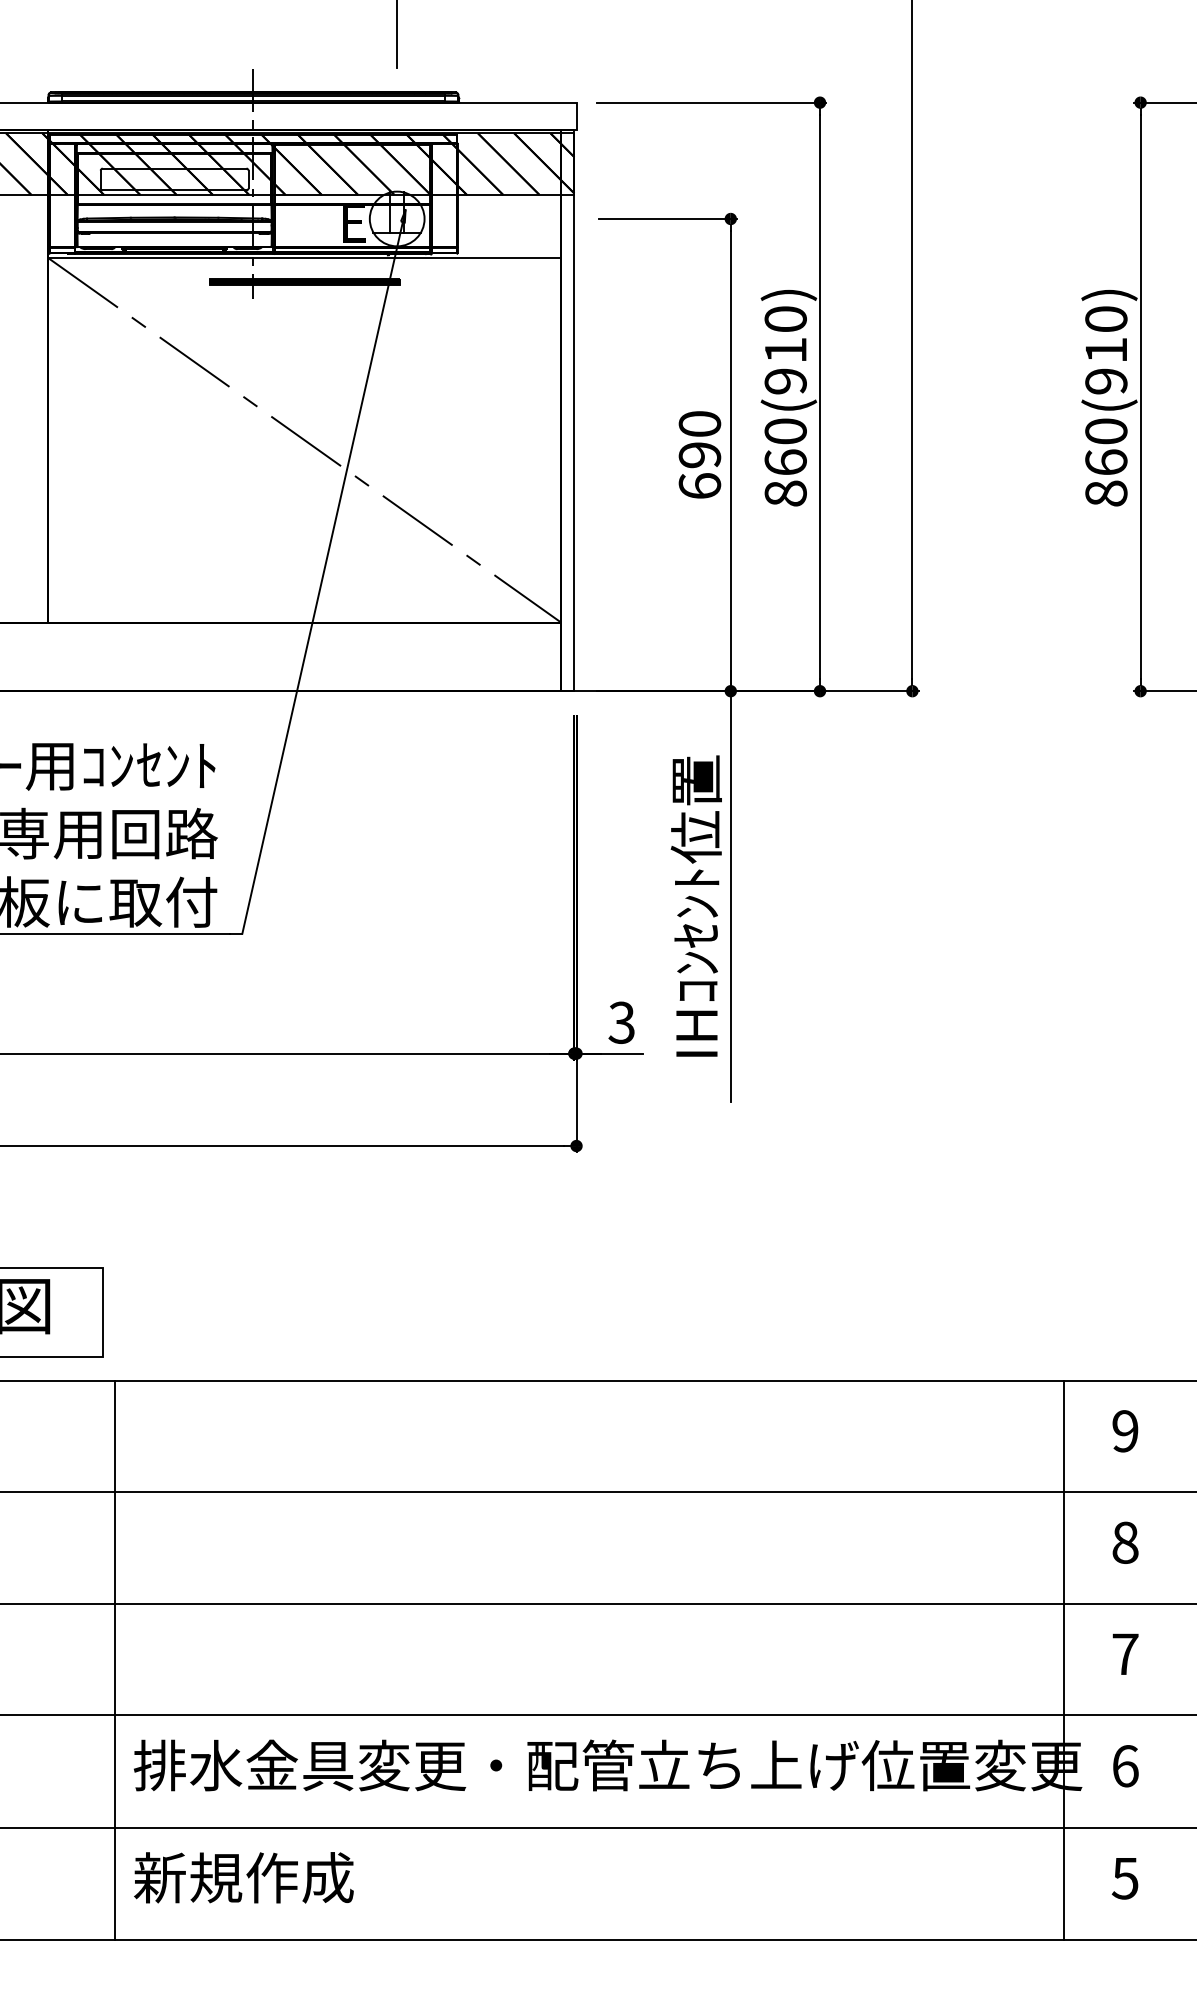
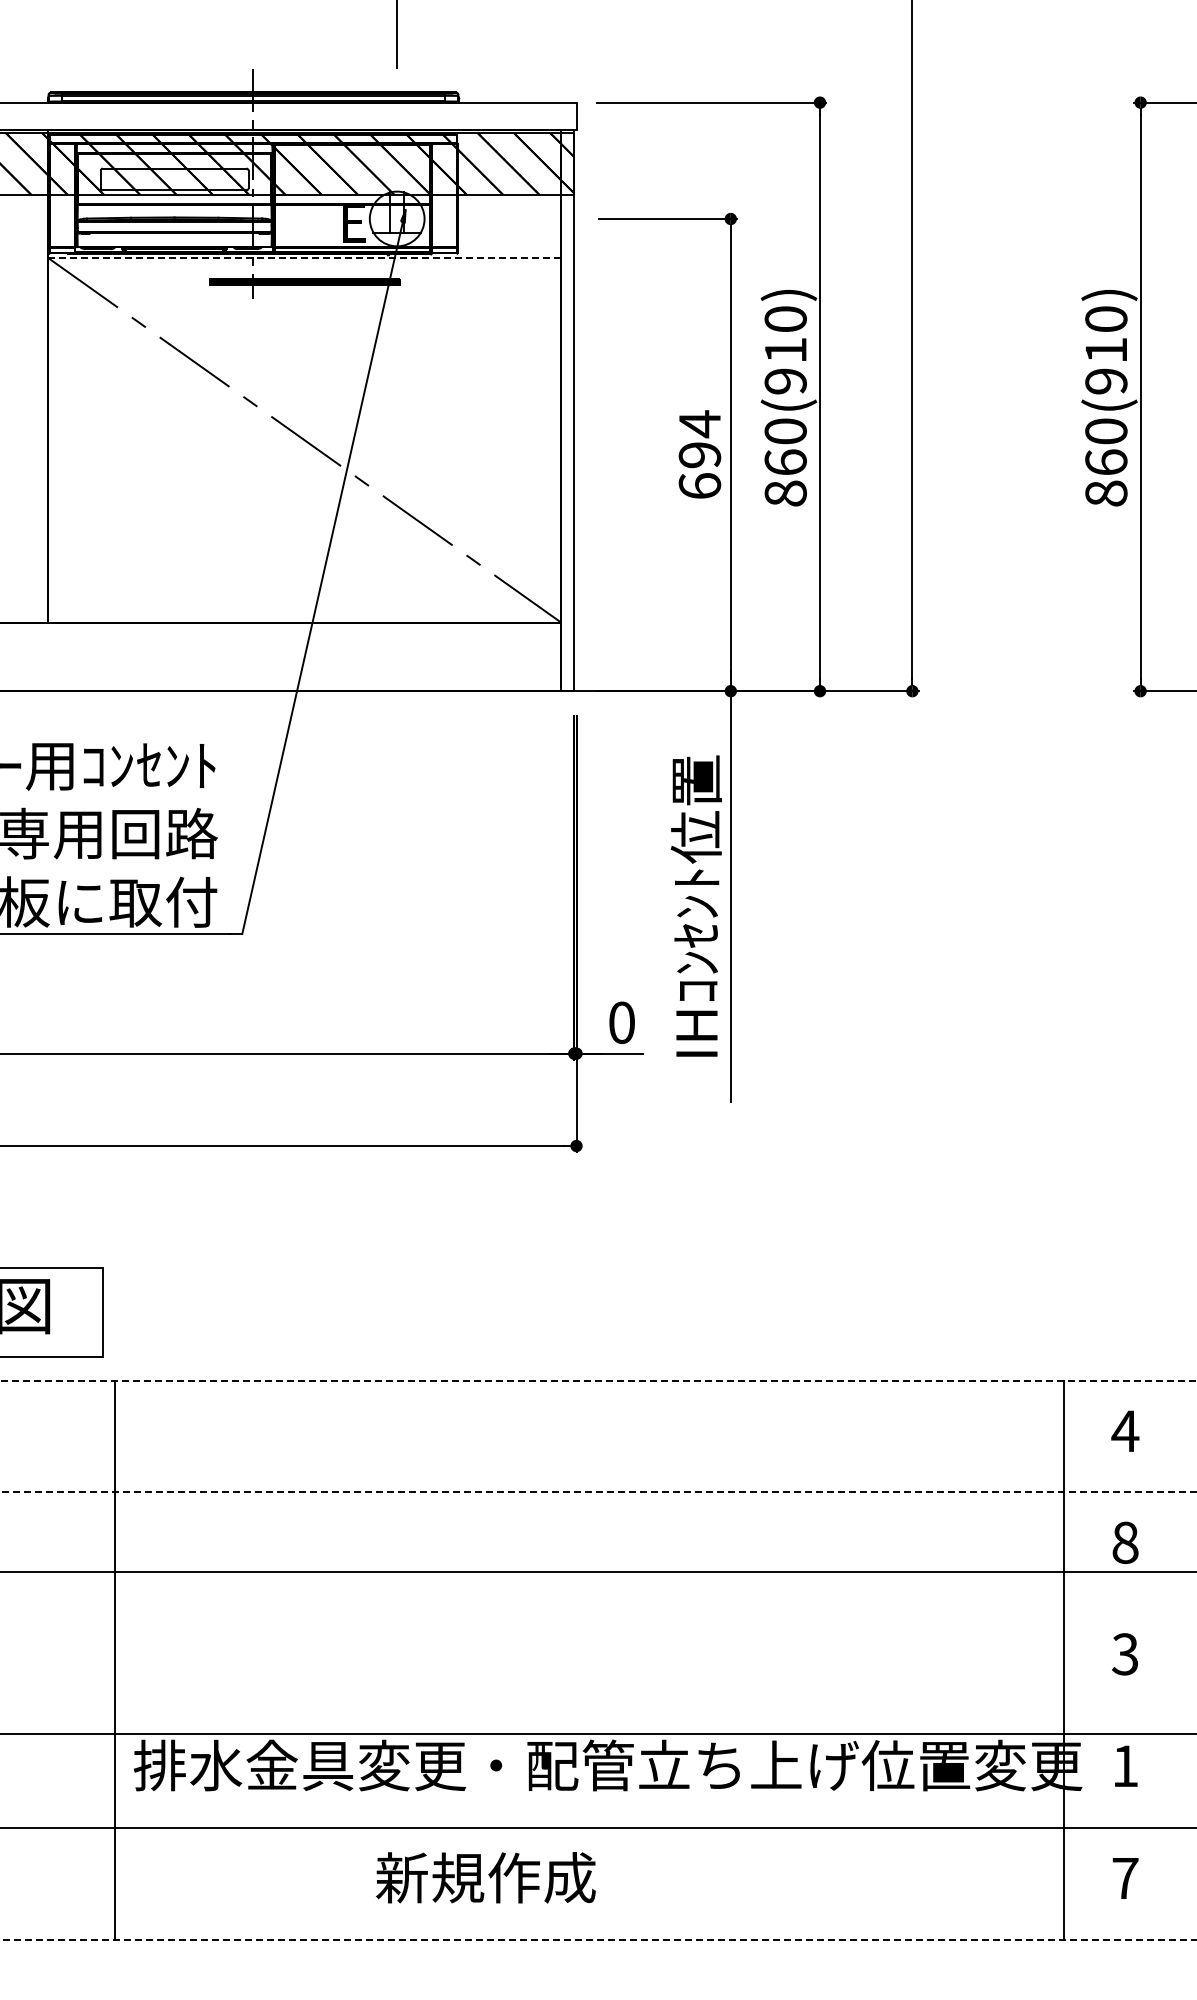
line at (304, 258): solid -> dashed
text at (699, 424): 690 -> 694
text at (621, 1022): 3 -> 0
line at (599, 1380): solid -> dashed
text at (1125, 1431): 9 -> 4
line at (598, 1492): solid -> dashed
line at (597, 1603) position: (597, 1603) -> (597, 1571)
text at (1125, 1654): 7 -> 3
line at (597, 1715) position: (597, 1715) -> (597, 1734)
text at (1125, 1766): 6 -> 1
text at (243, 1877) position: (243, 1877) -> (485, 1877)
text at (1124, 1878): 5 -> 7
line at (597, 1939): solid -> dashed
